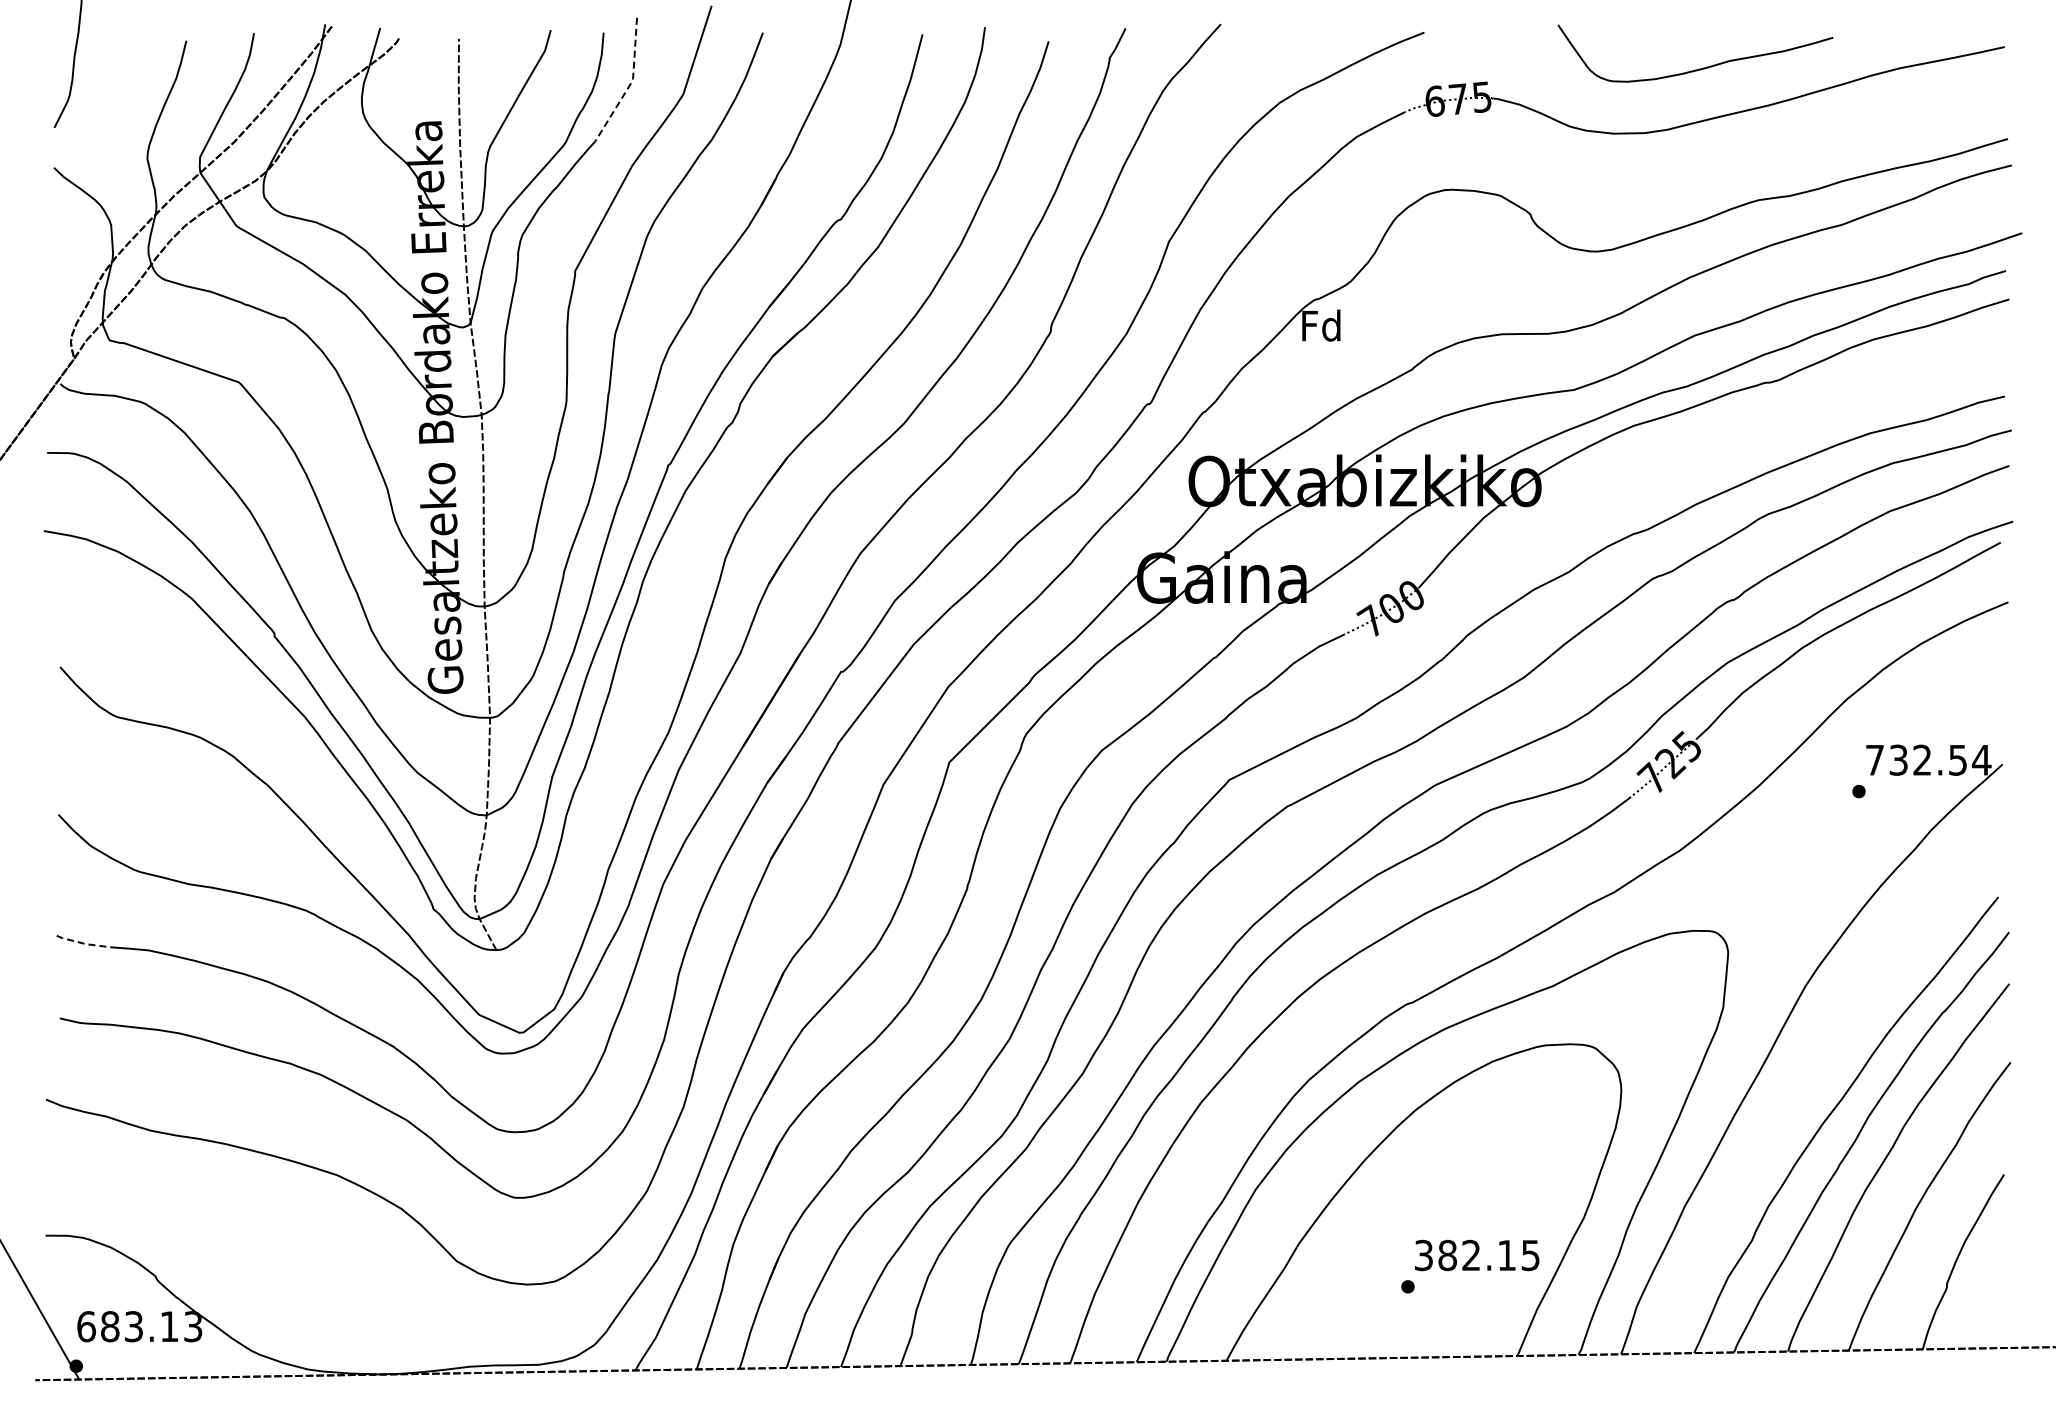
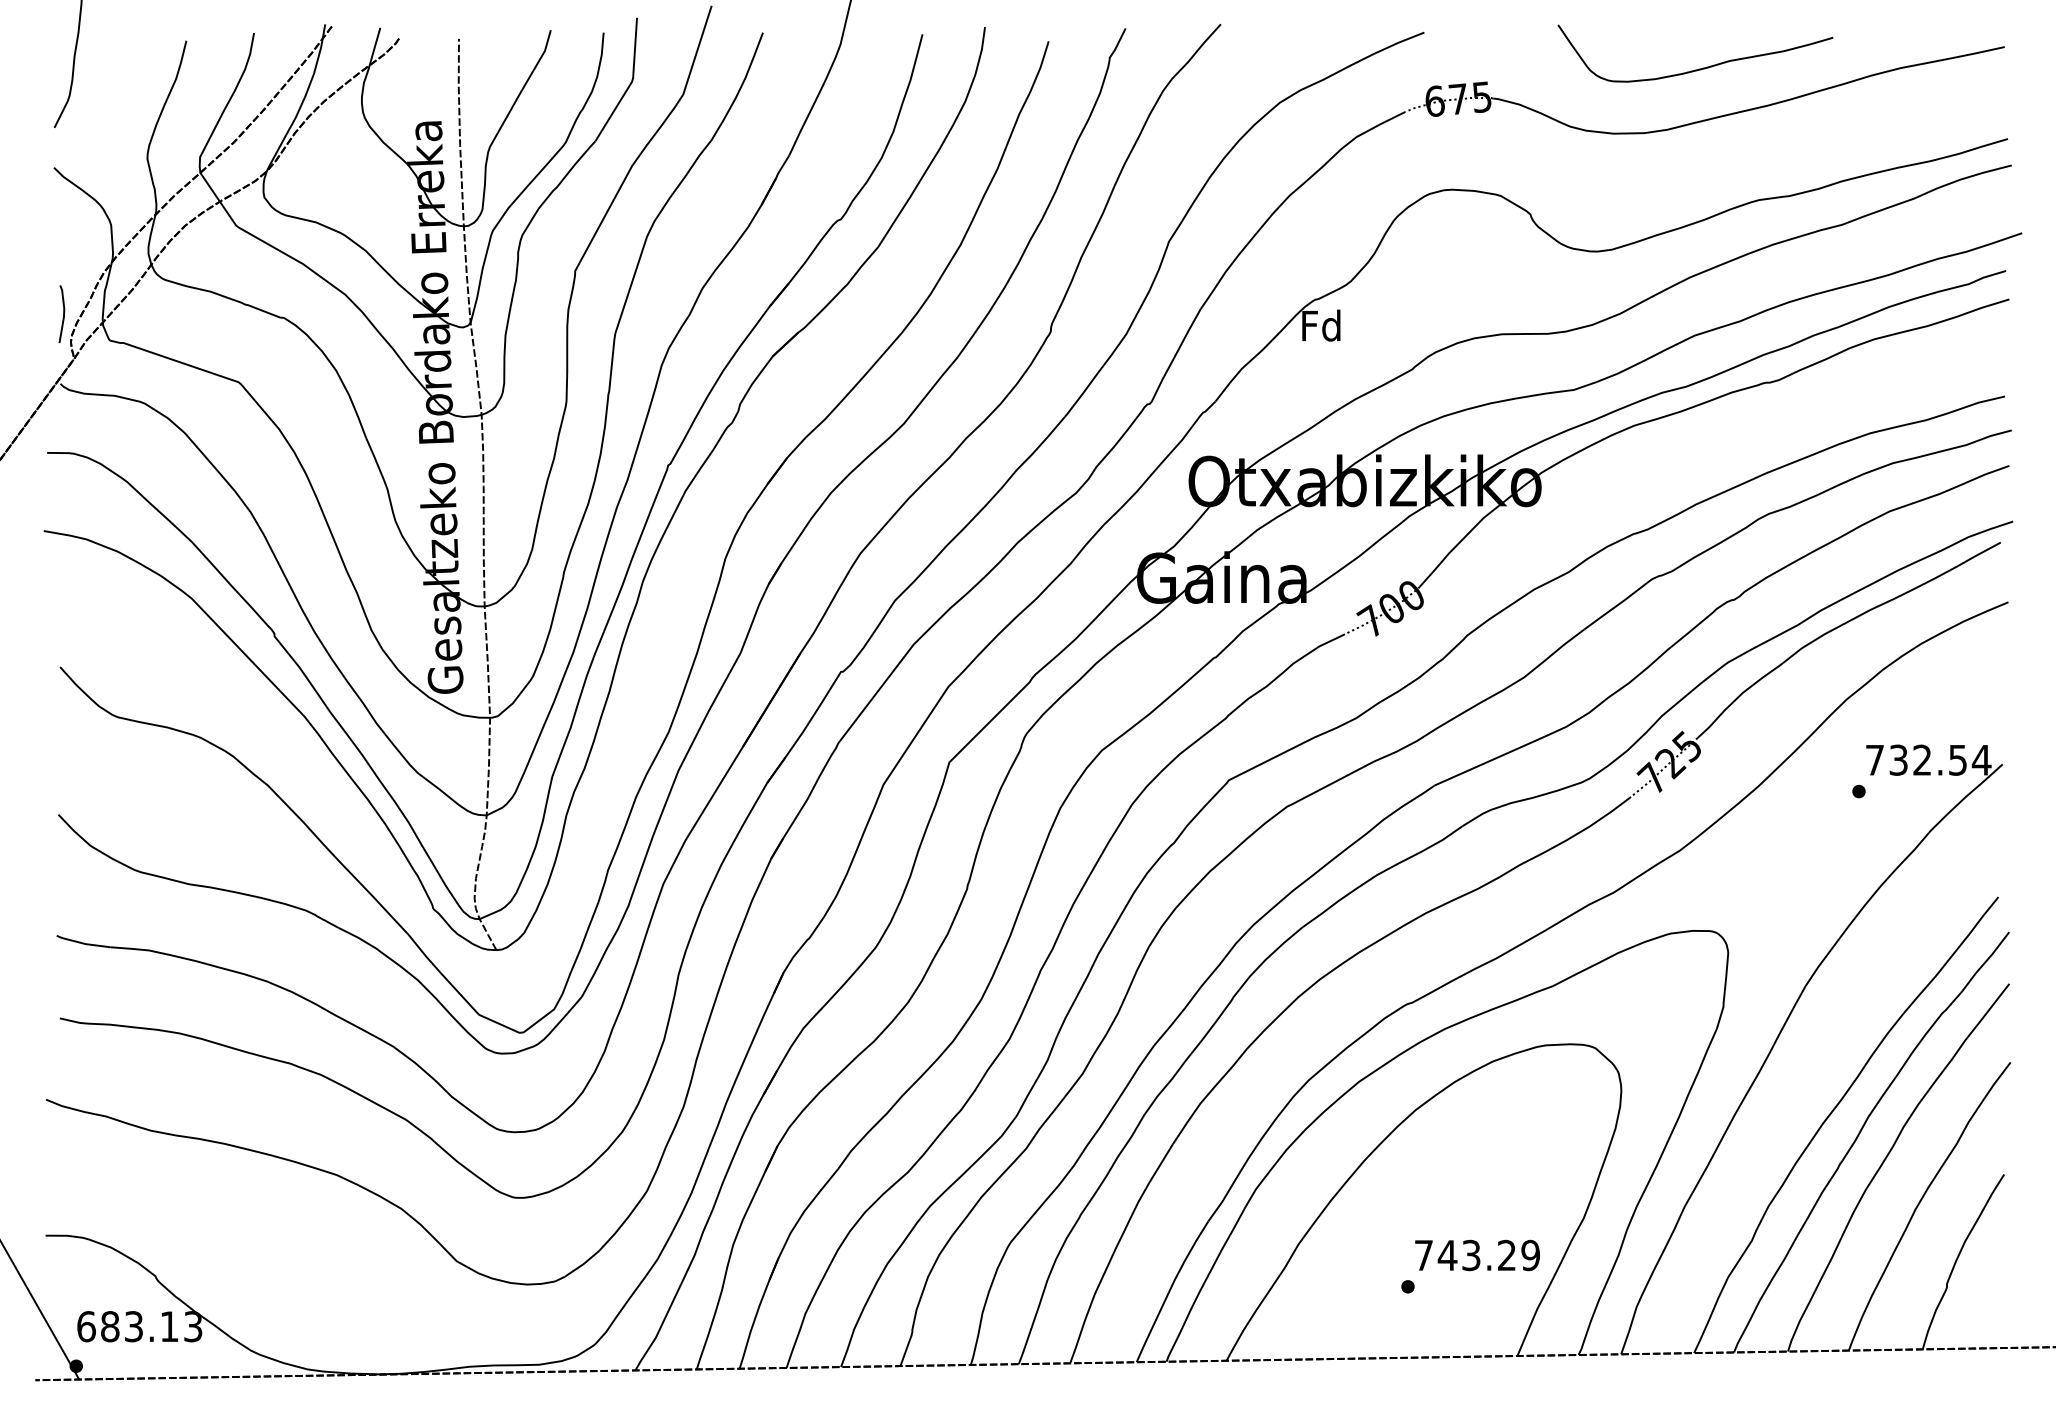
line at (630, 83): dashed -> solid
line at (63, 313): none -> present
line at (83, 943): dashed -> solid
text at (1477, 1255): 382.15 -> 743.29
